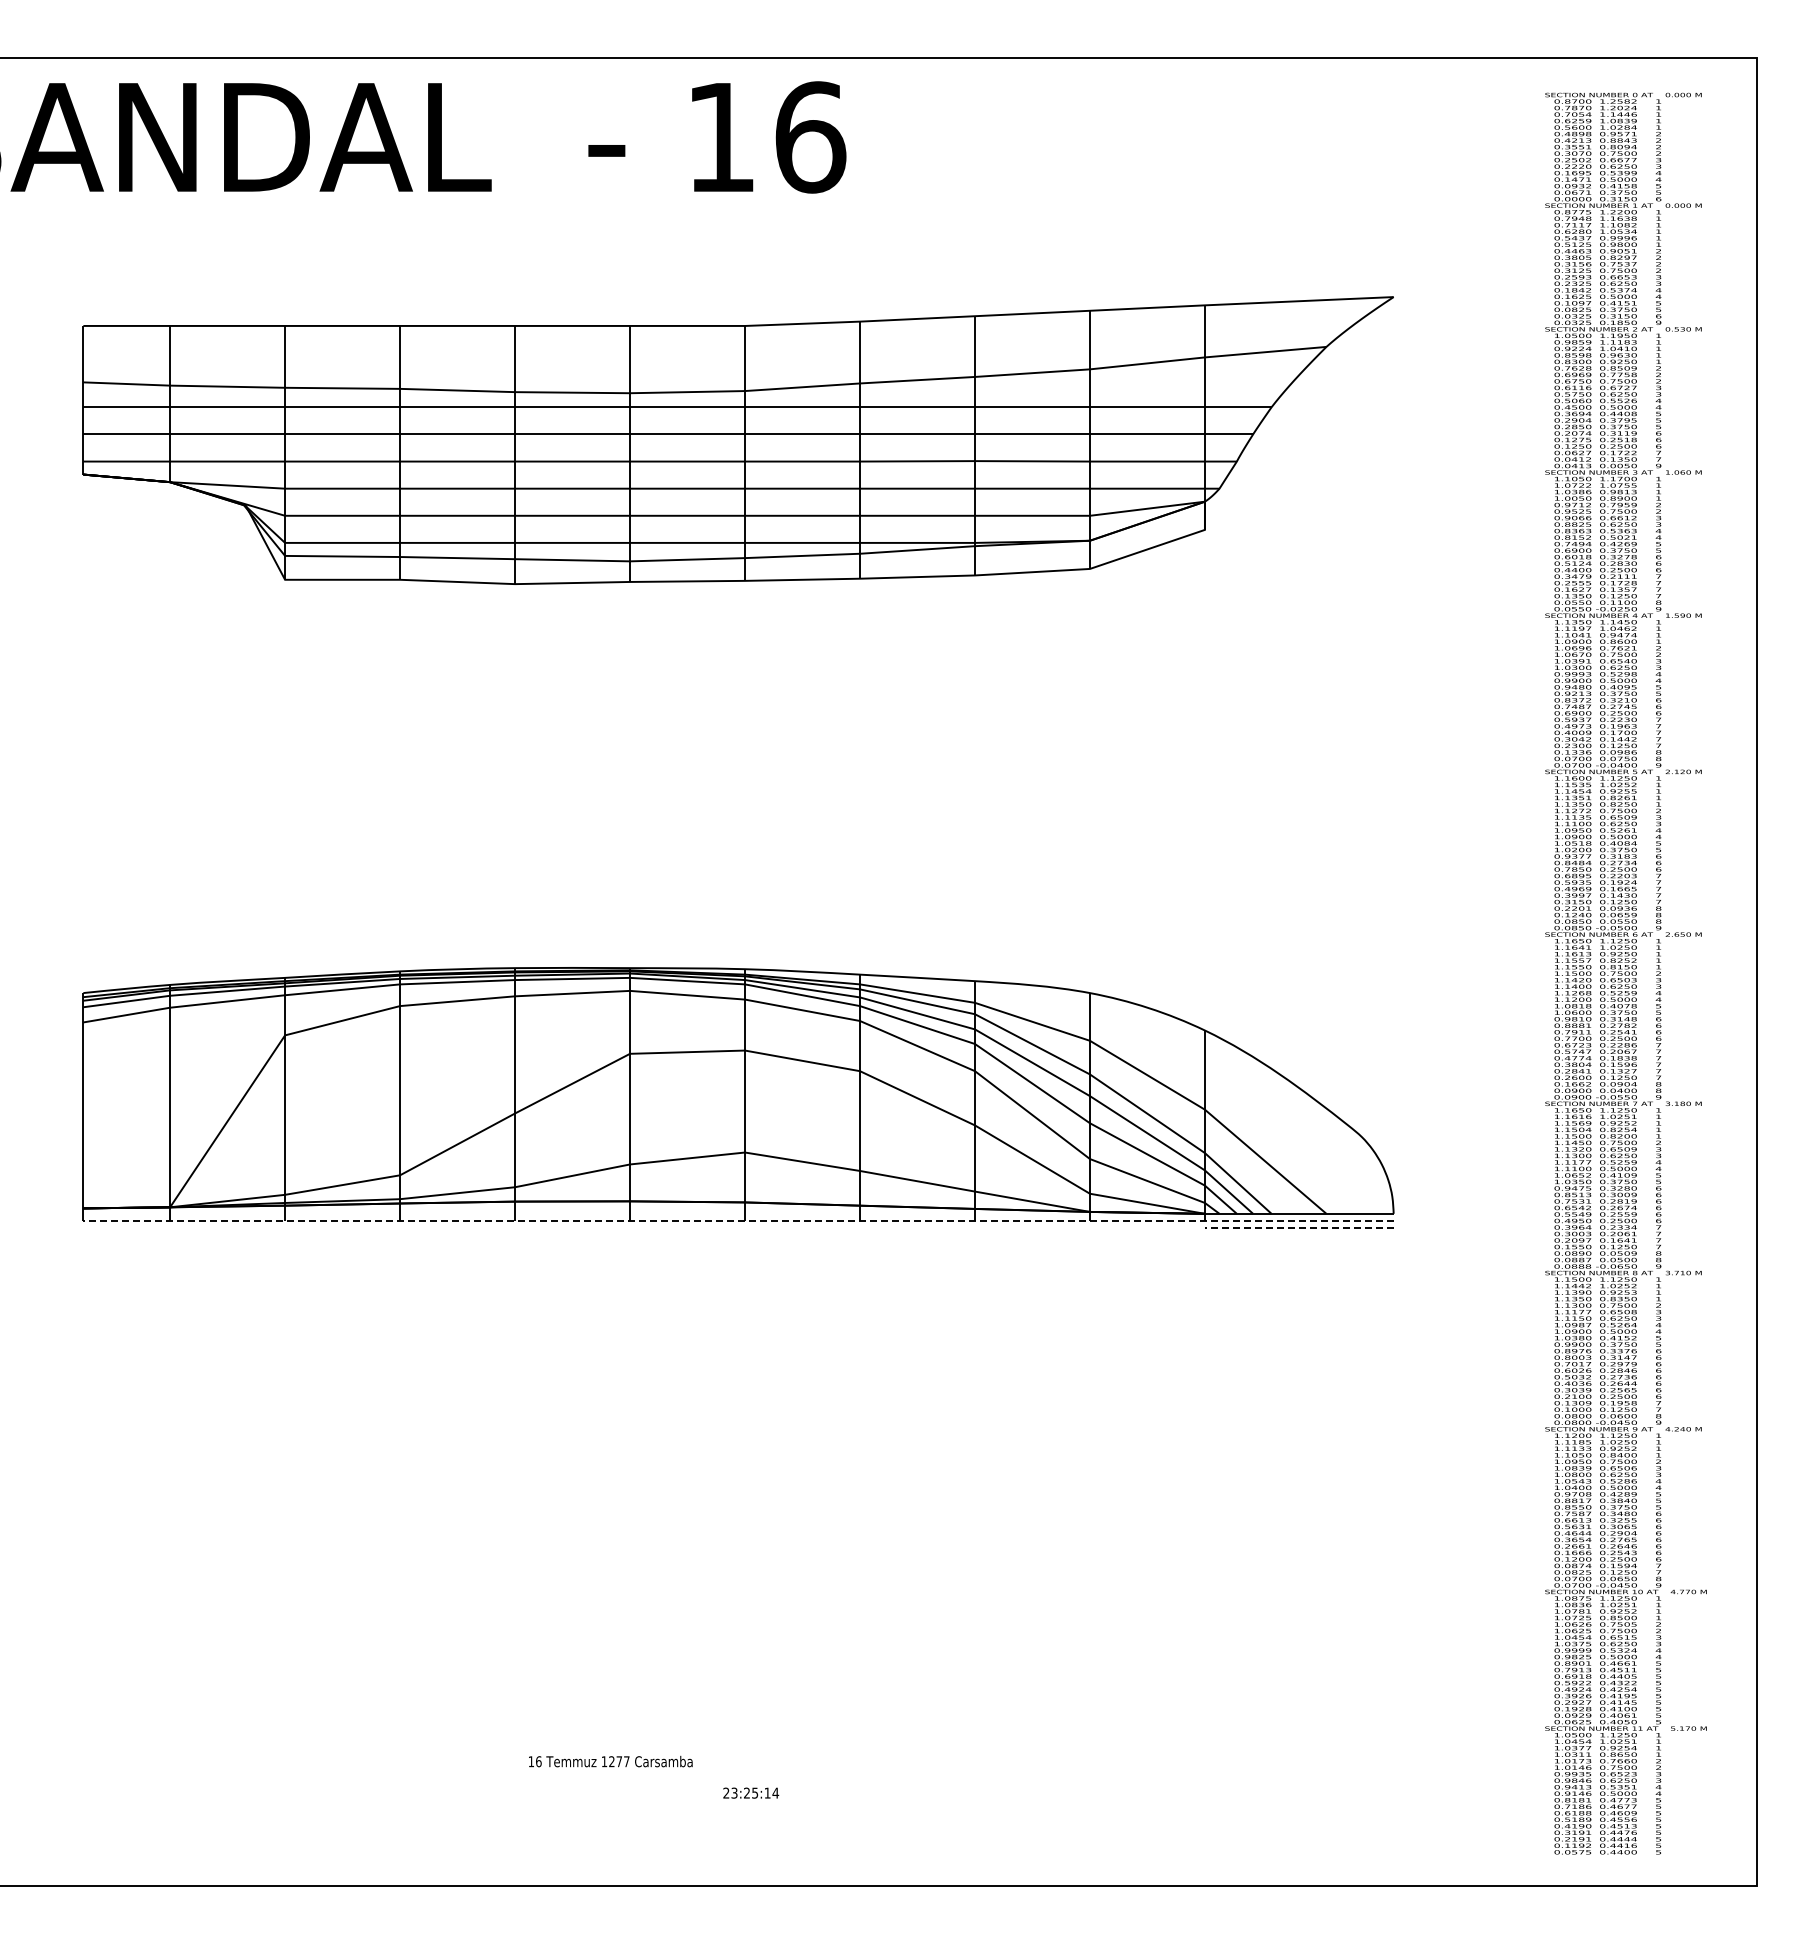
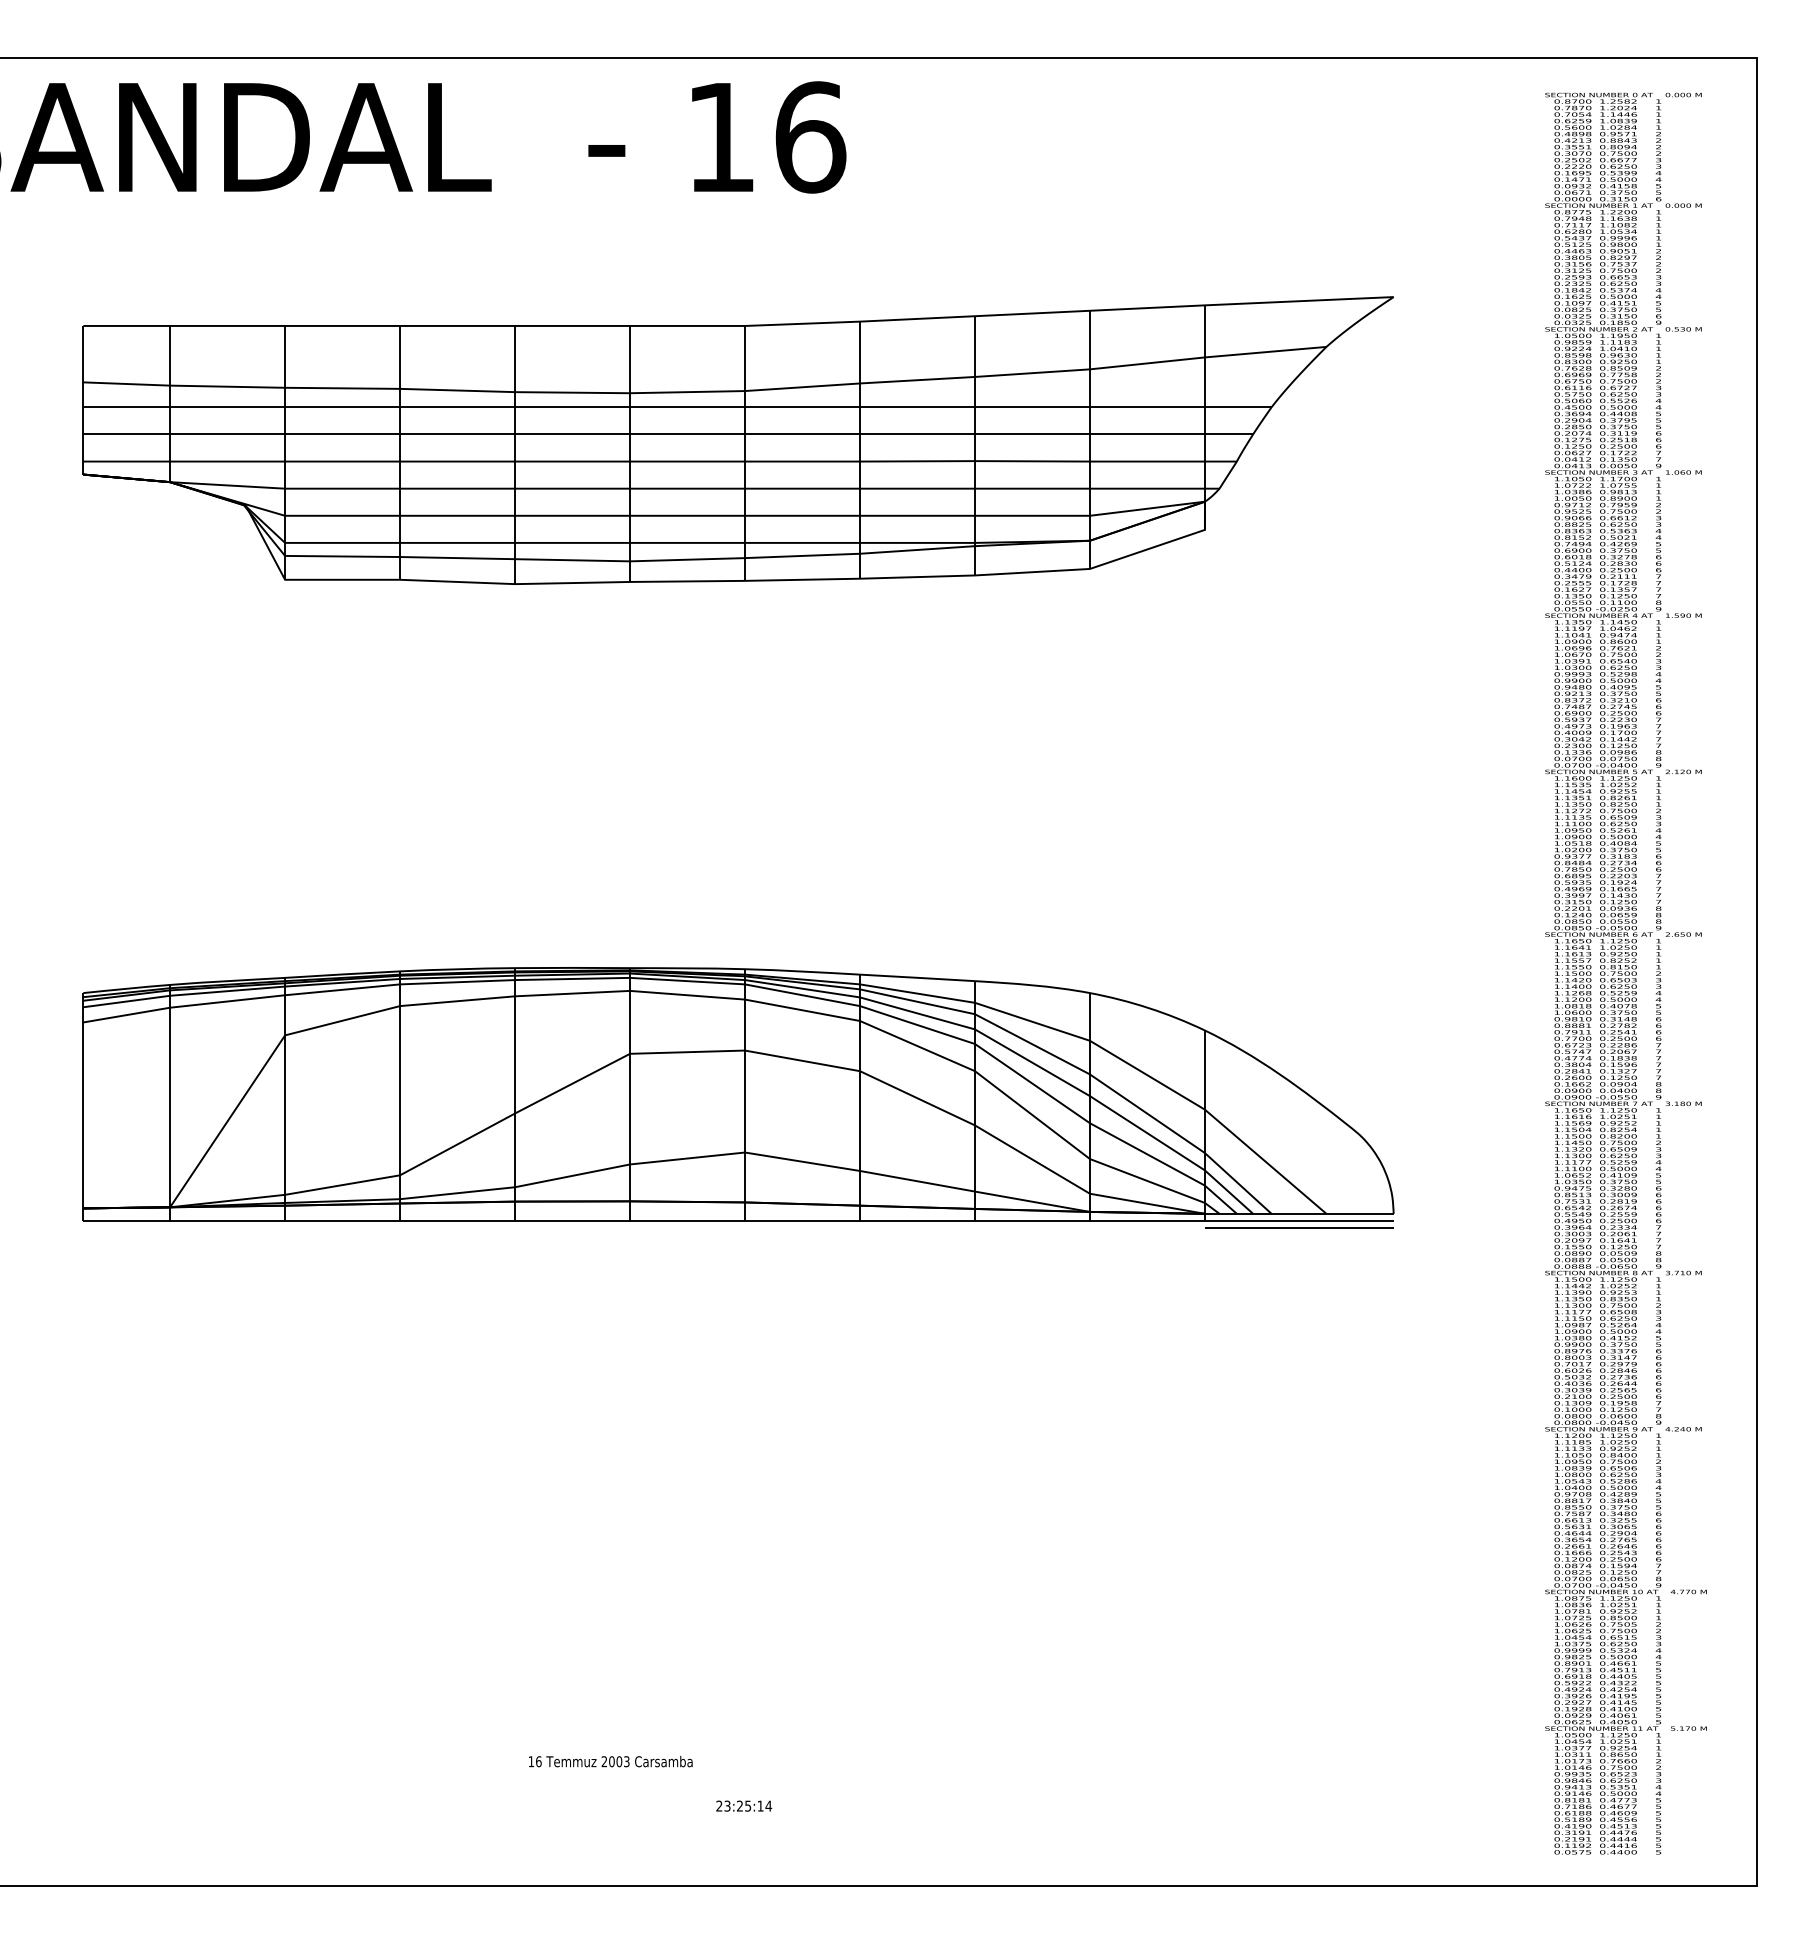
line at (738, 1220): dashed -> solid
line at (1298, 1227): dashed -> solid
text at (615, 1761): 1277 -> 2003
text at (751, 1792) position: (751, 1792) -> (744, 1805)
